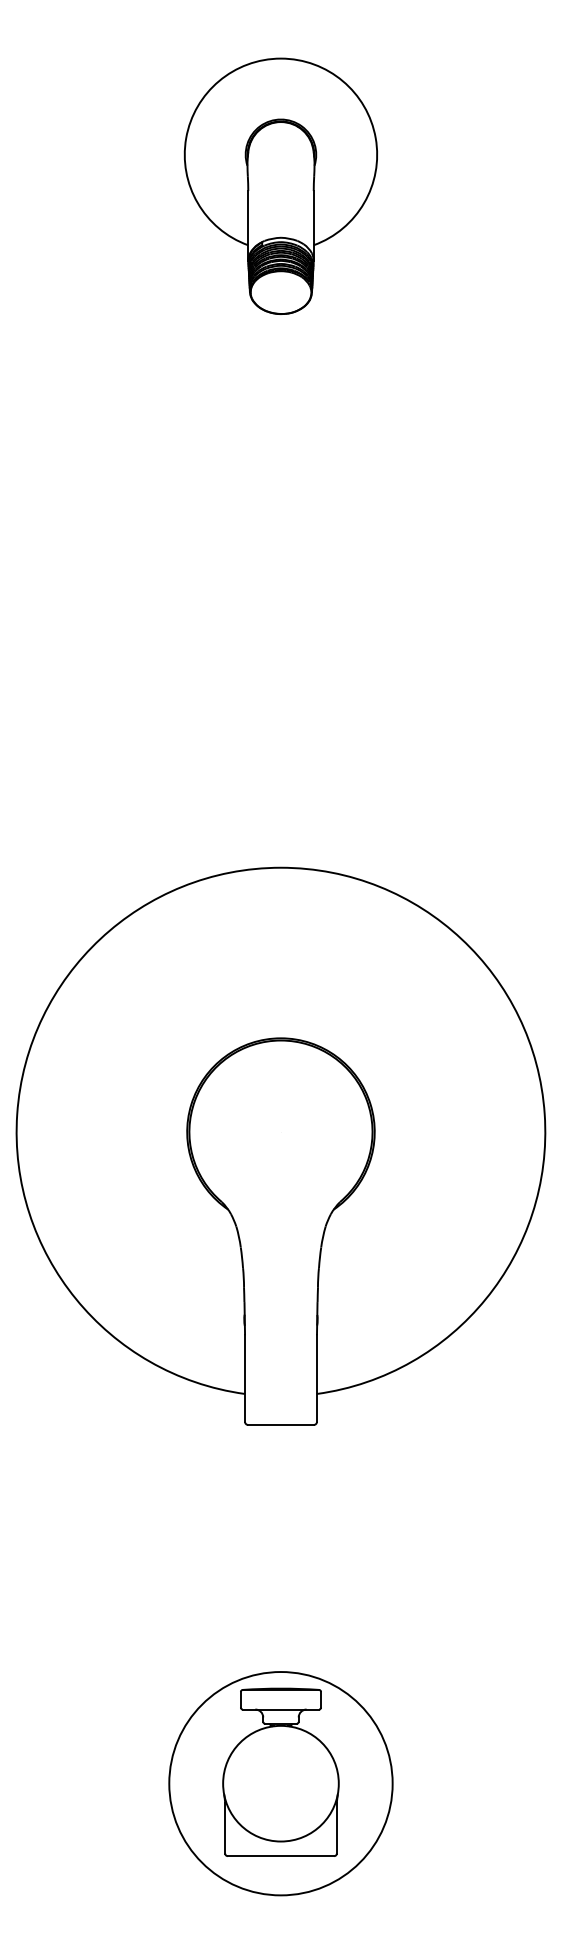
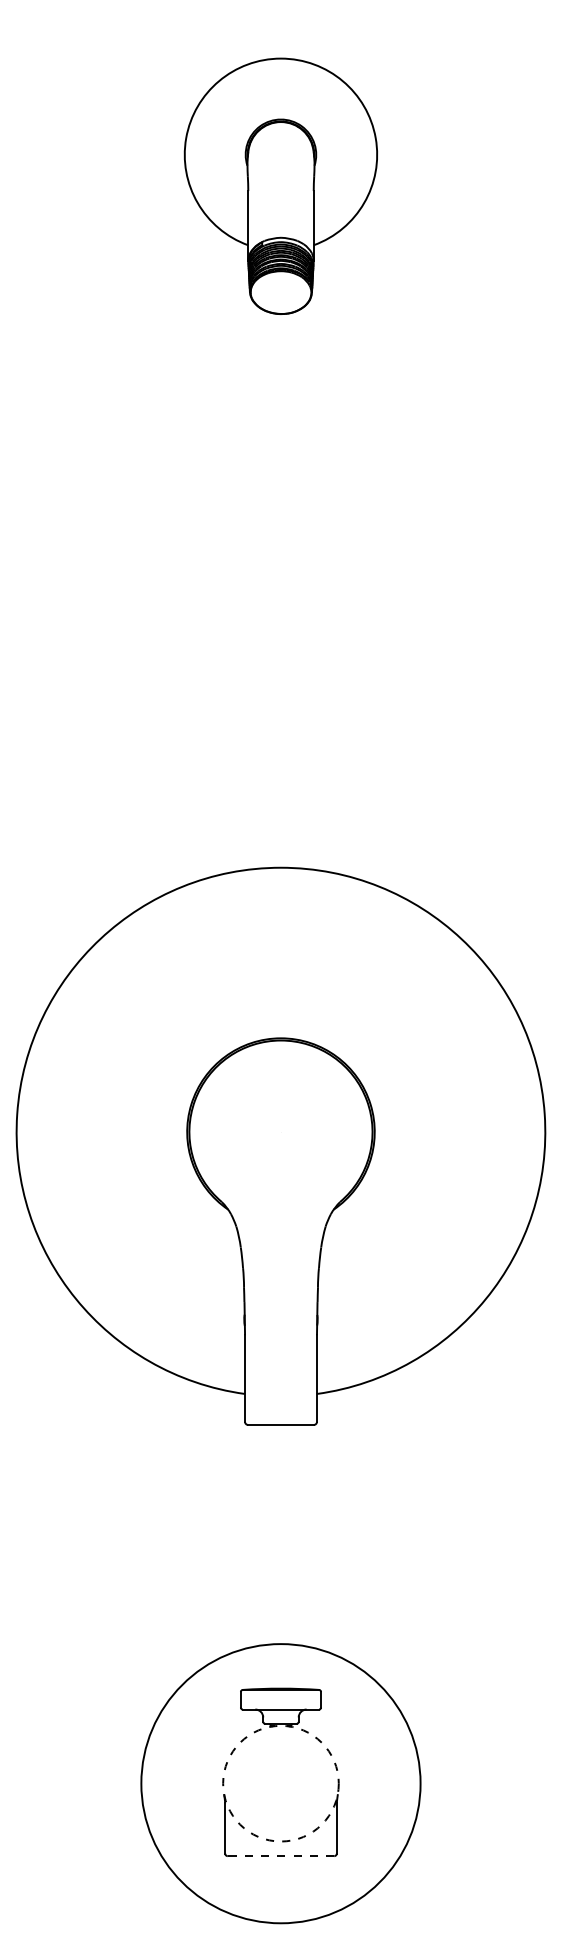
circle at (280, 1783) diameter: 223 px -> 279 px
circle at (280, 1783): solid -> dashed
line at (280, 1856): solid -> dashed
